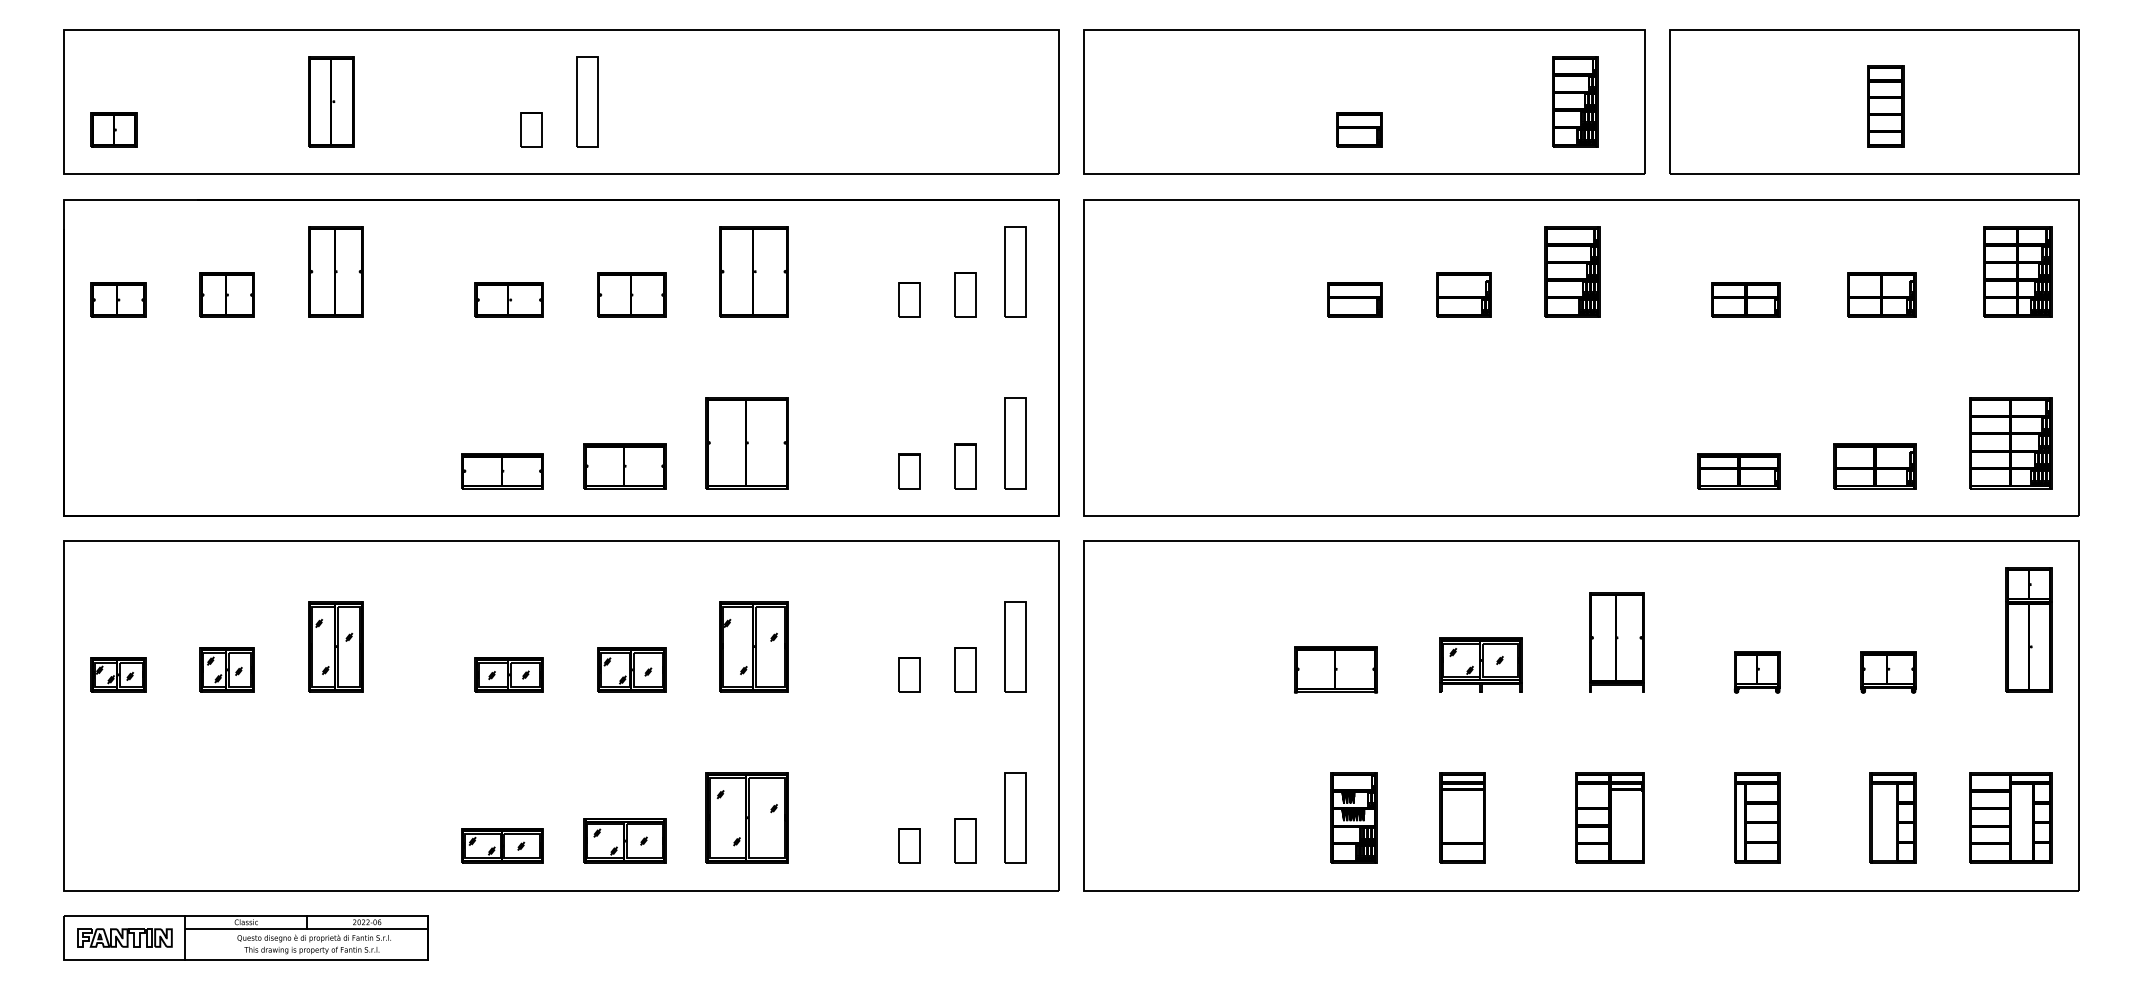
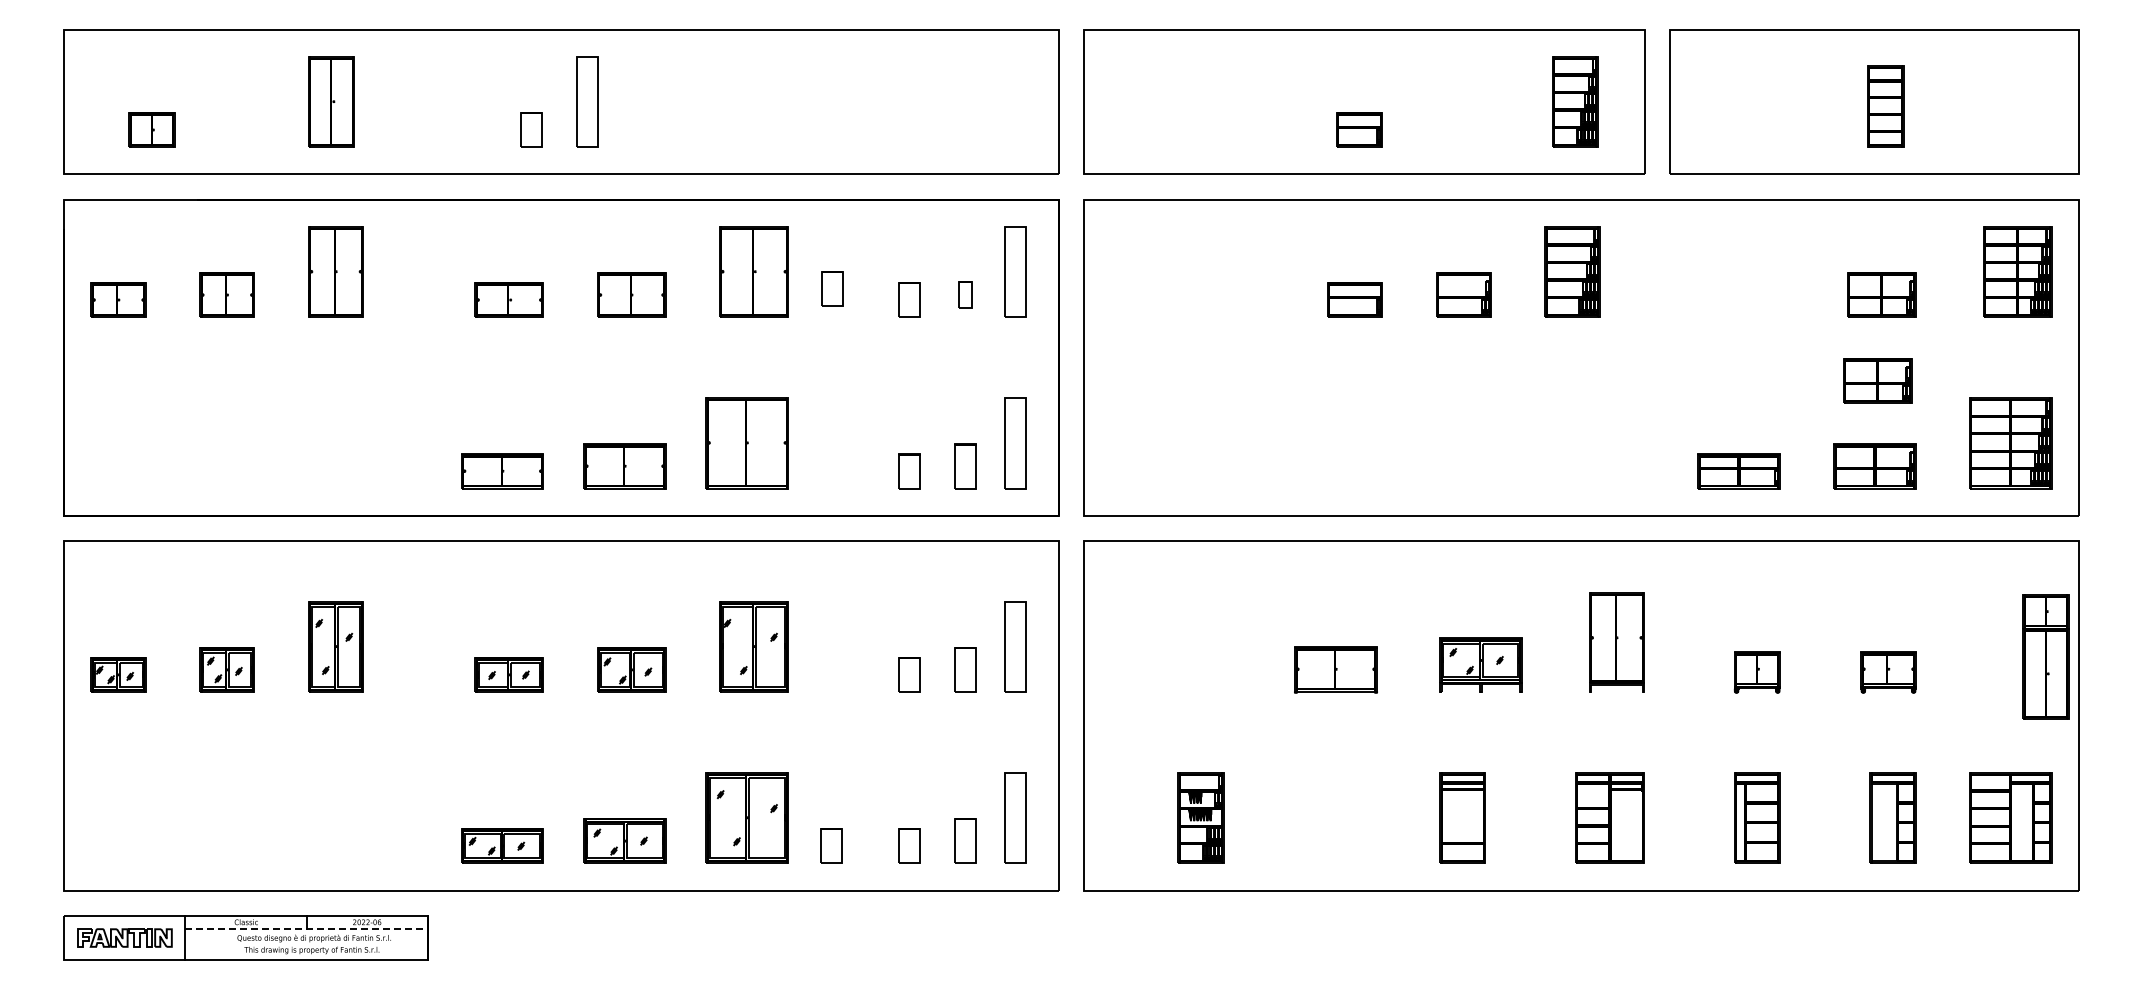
part at (113, 129) position: (113, 129) -> (151, 129)
part at (832, 288): none -> present
part at (965, 294) size: 23x46 px -> 15x28 px
part at (1745, 299): present -> none
part at (1877, 380): none -> present
part at (2028, 629) position: (2028, 629) -> (2045, 656)
part at (1353, 817) position: (1353, 817) -> (1200, 817)
part at (831, 845): none -> present
line at (307, 929): solid -> dashed
